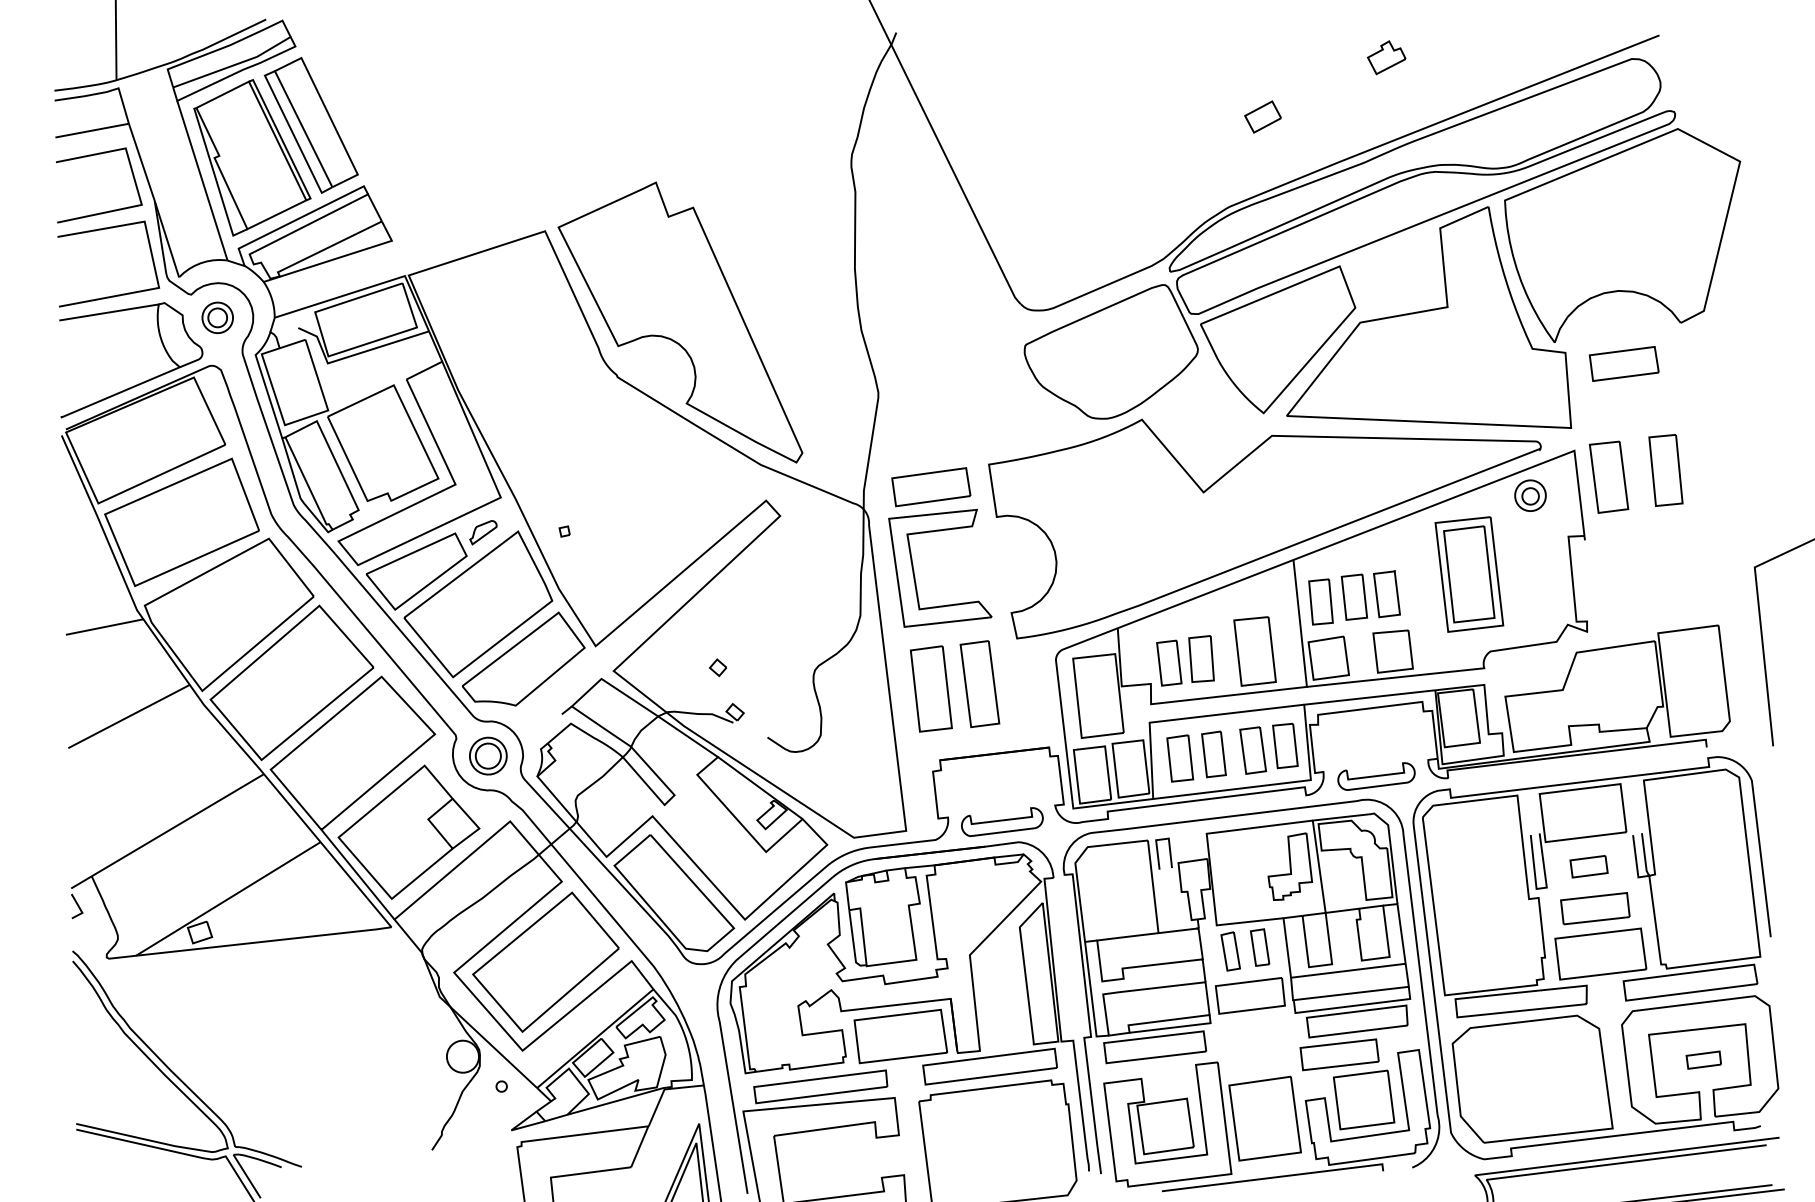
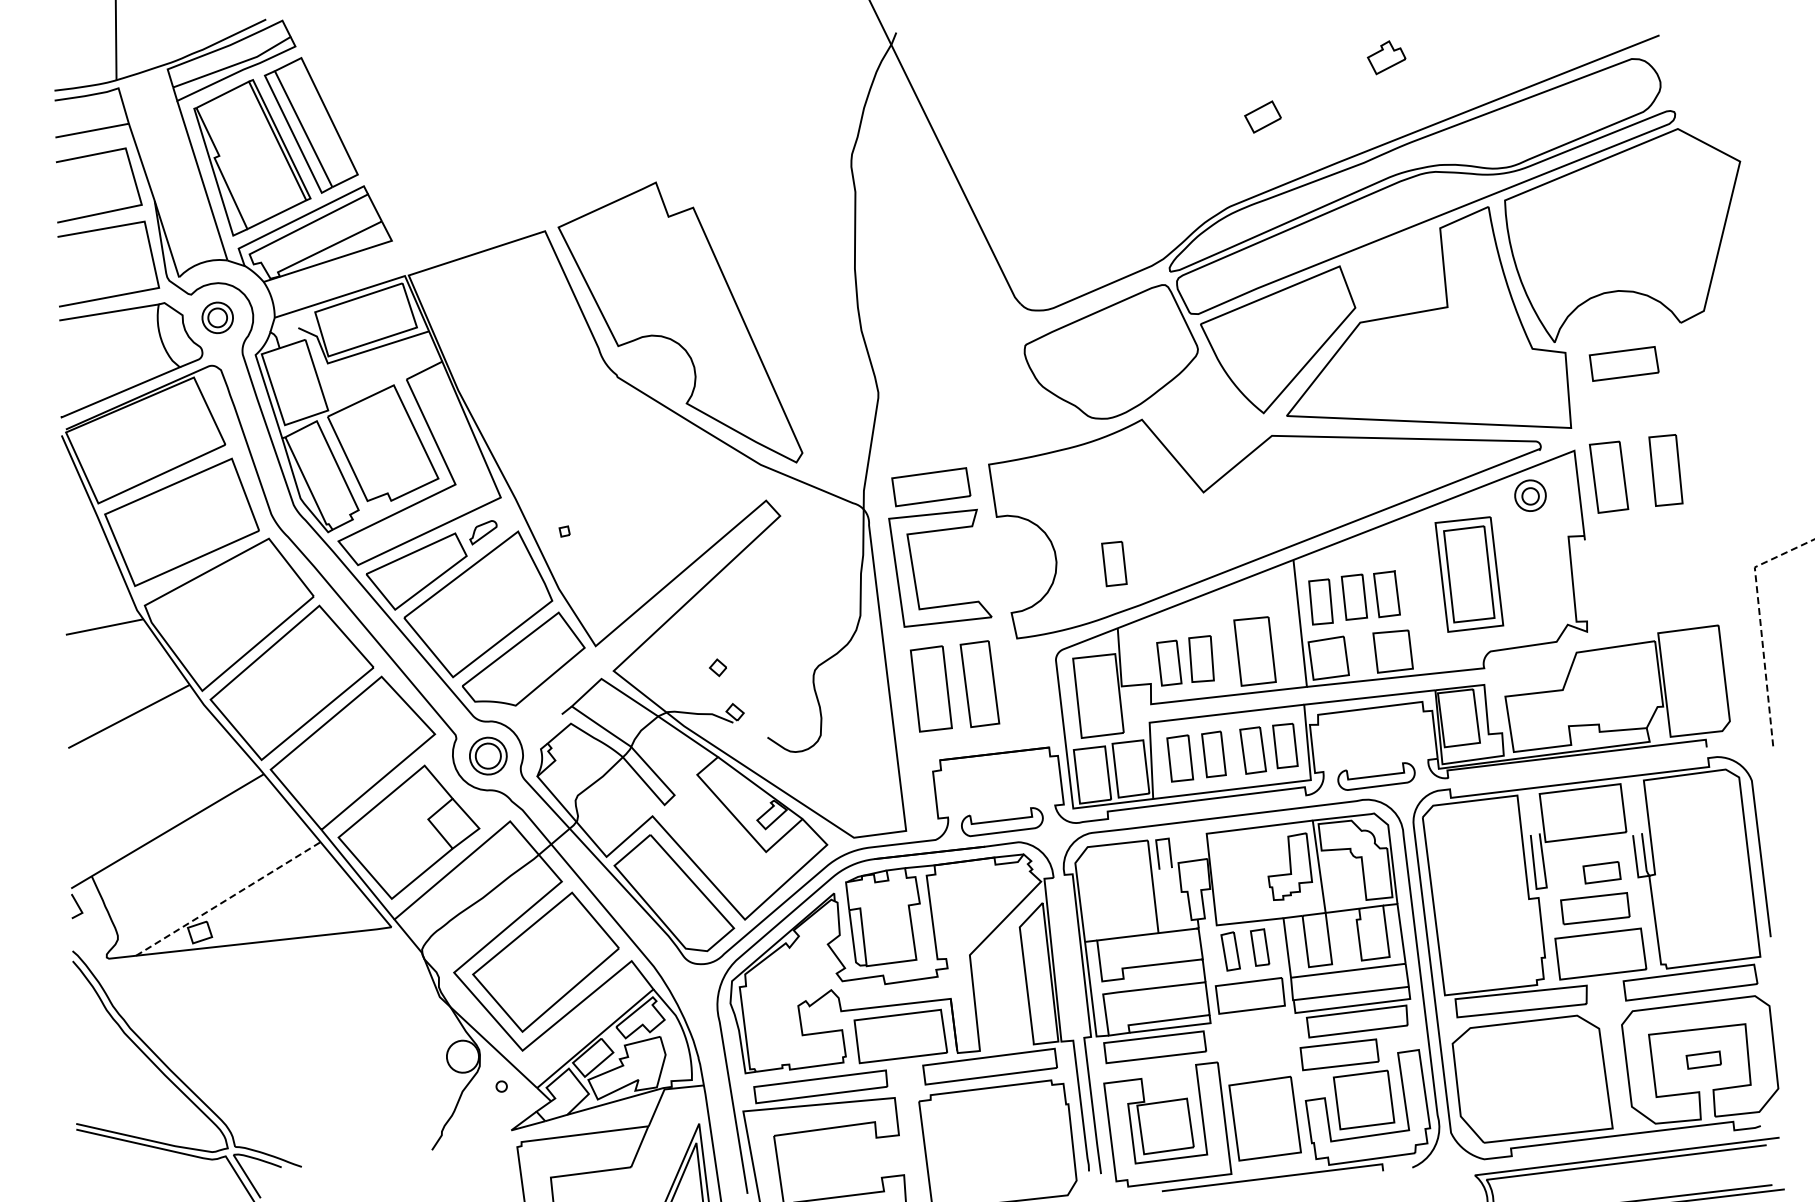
part at (1114, 563): none -> present
line at (1760, 623): solid -> dashed
part at (1588, 866) position: (1588, 866) -> (1601, 872)
line at (227, 899): solid -> dashed
